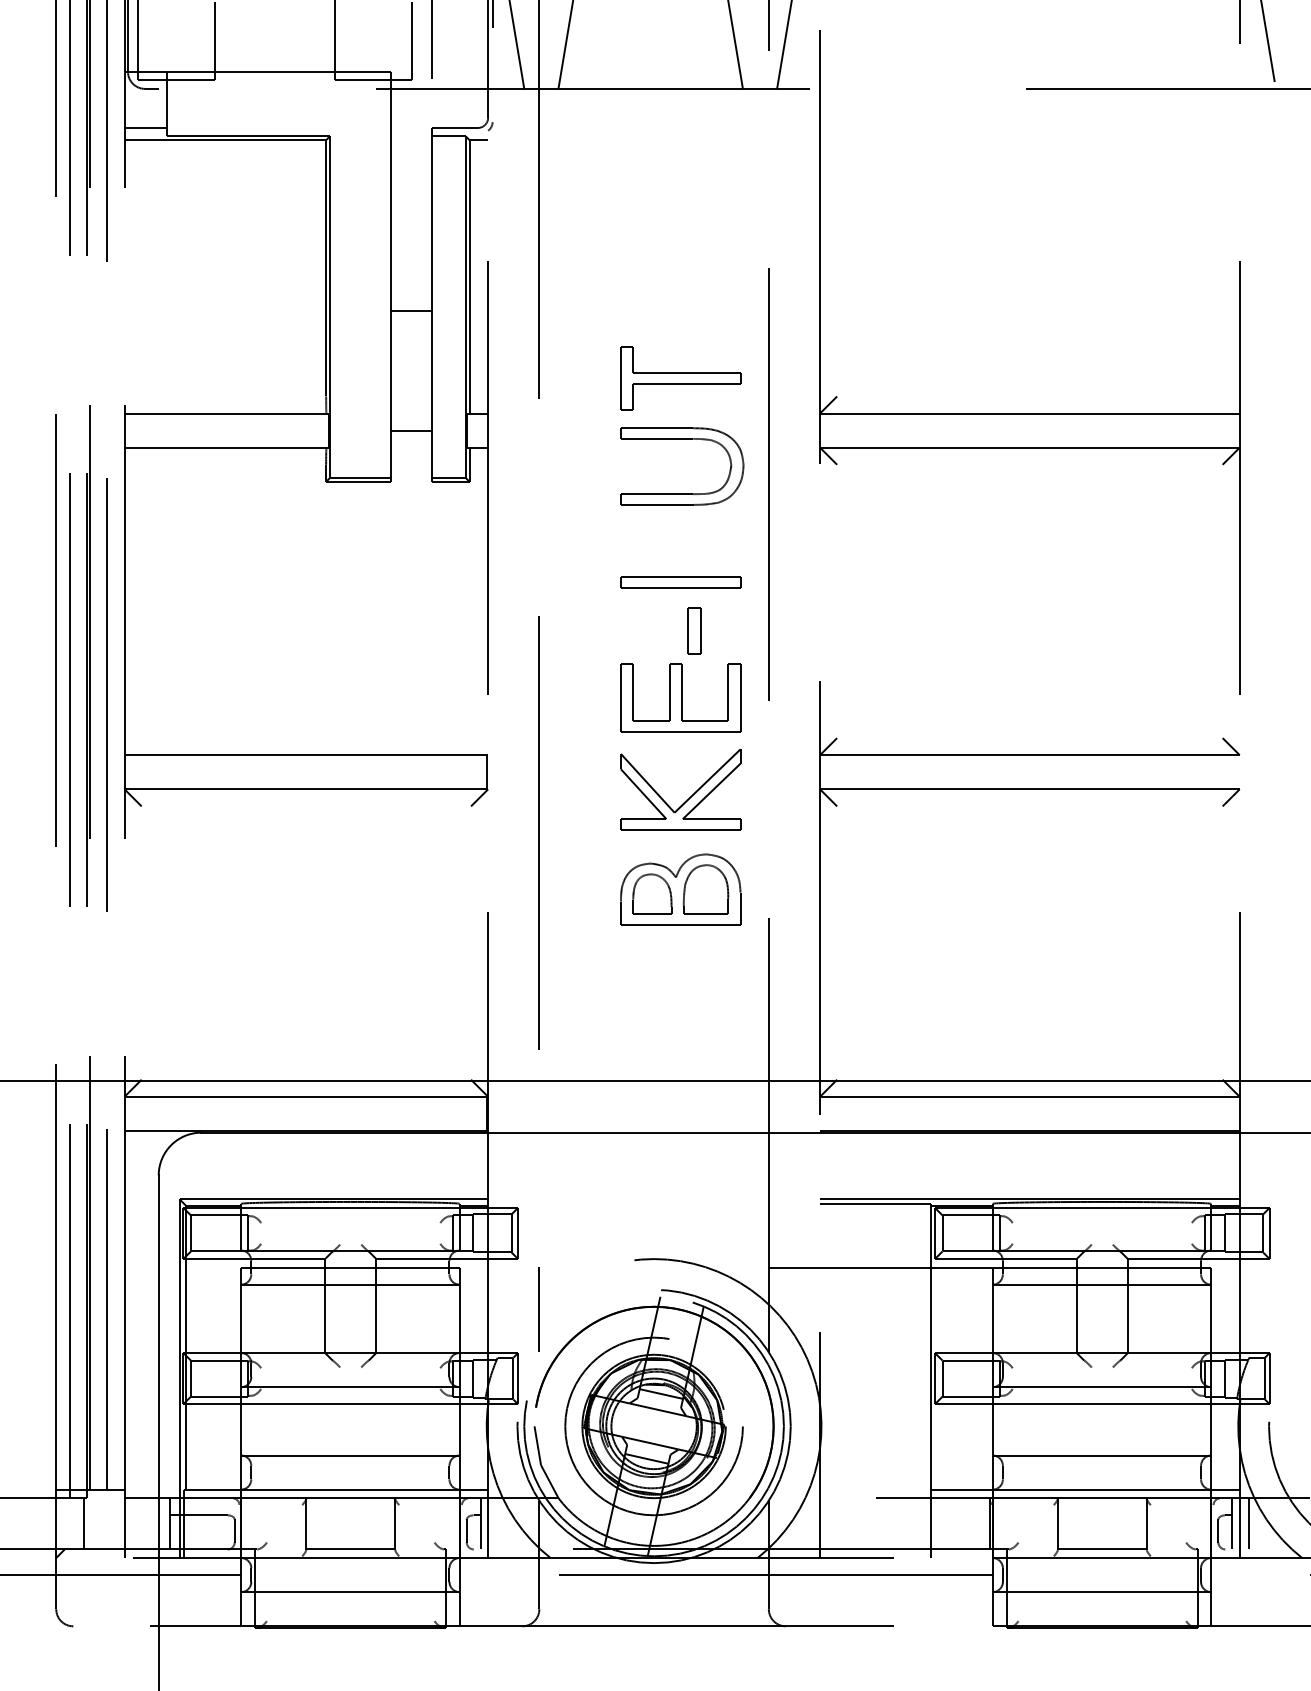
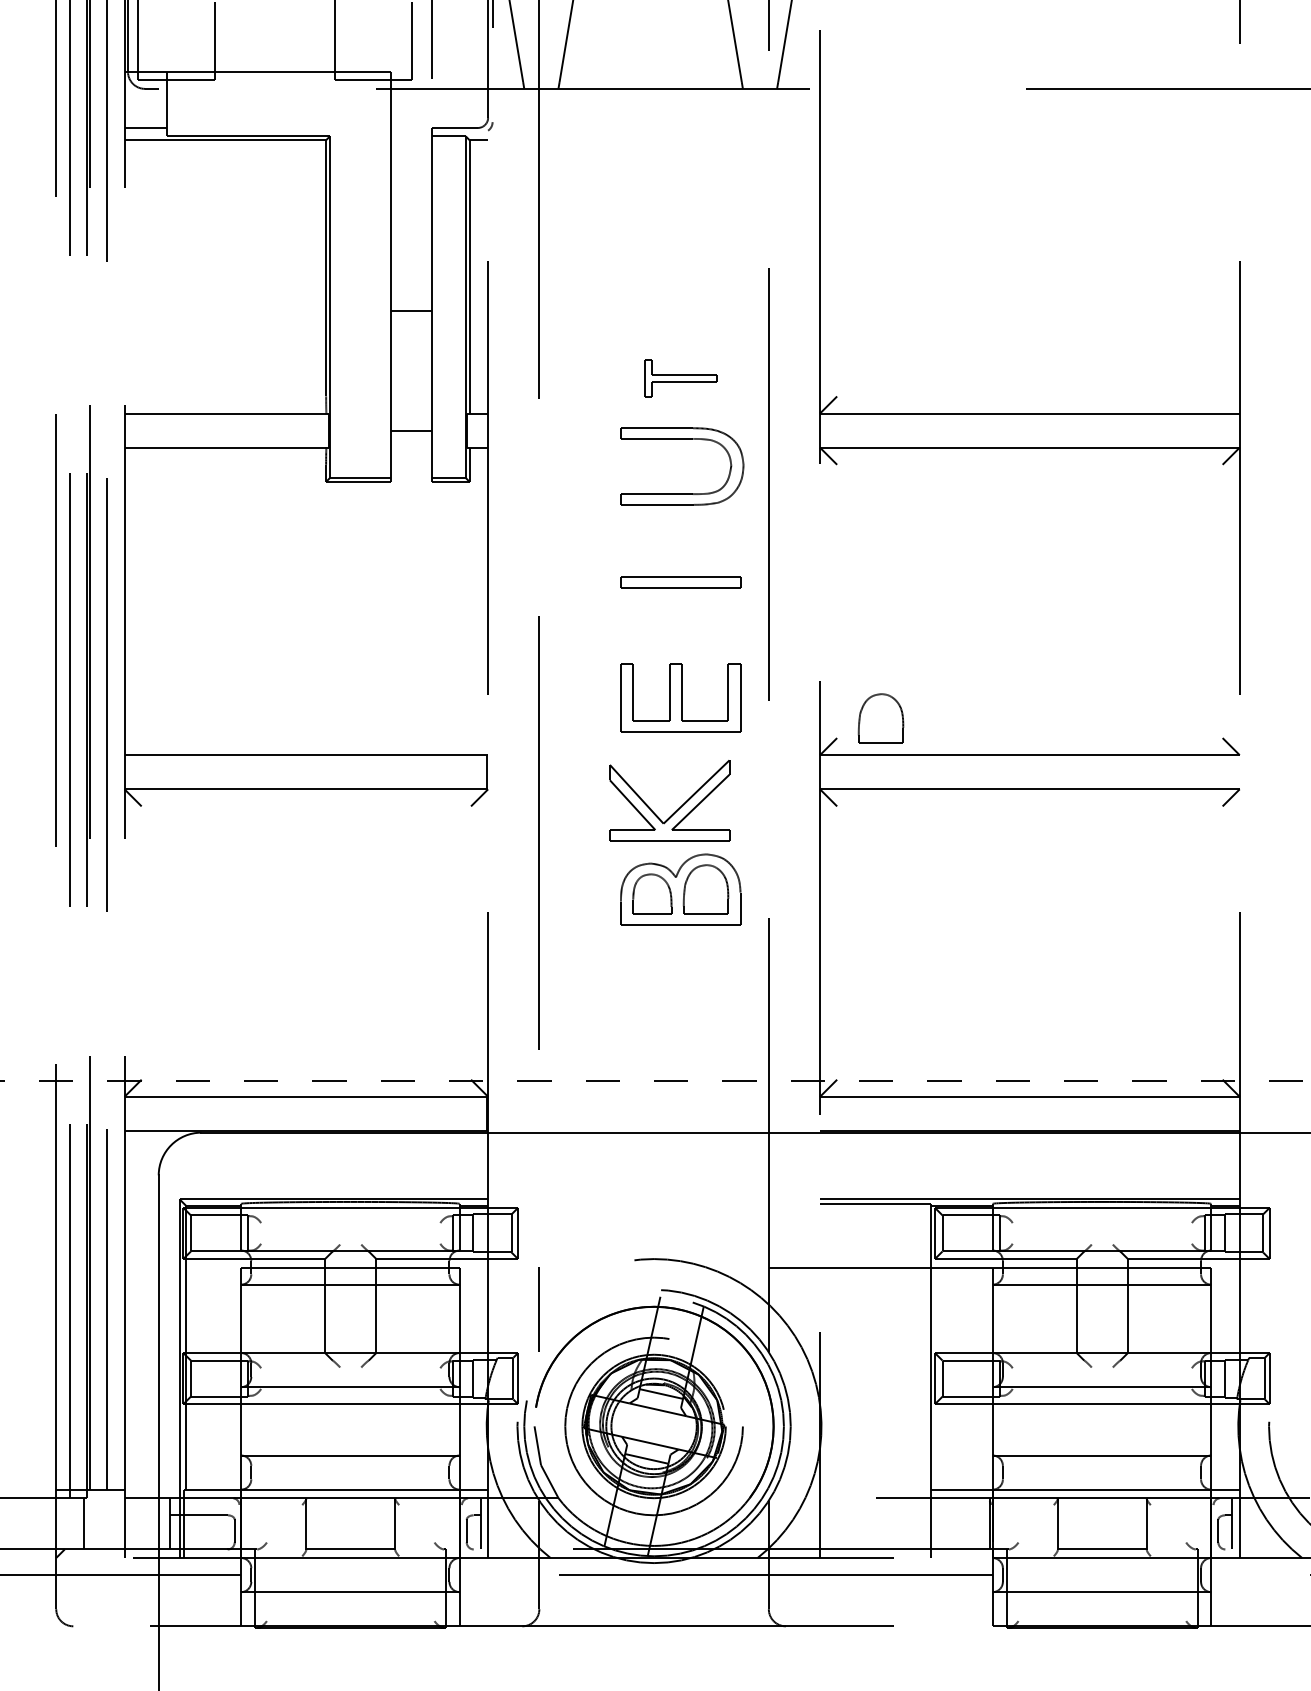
line at (1267, 42): present -> none
part at (680, 378) size: 122x65 px -> 74x39 px
part at (694, 630): present -> none
part at (880, 718): none -> present
part at (687, 798) position: (687, 798) -> (676, 809)
line at (655, 1081): solid -> dashed
line at (1249, 1523): present -> none
